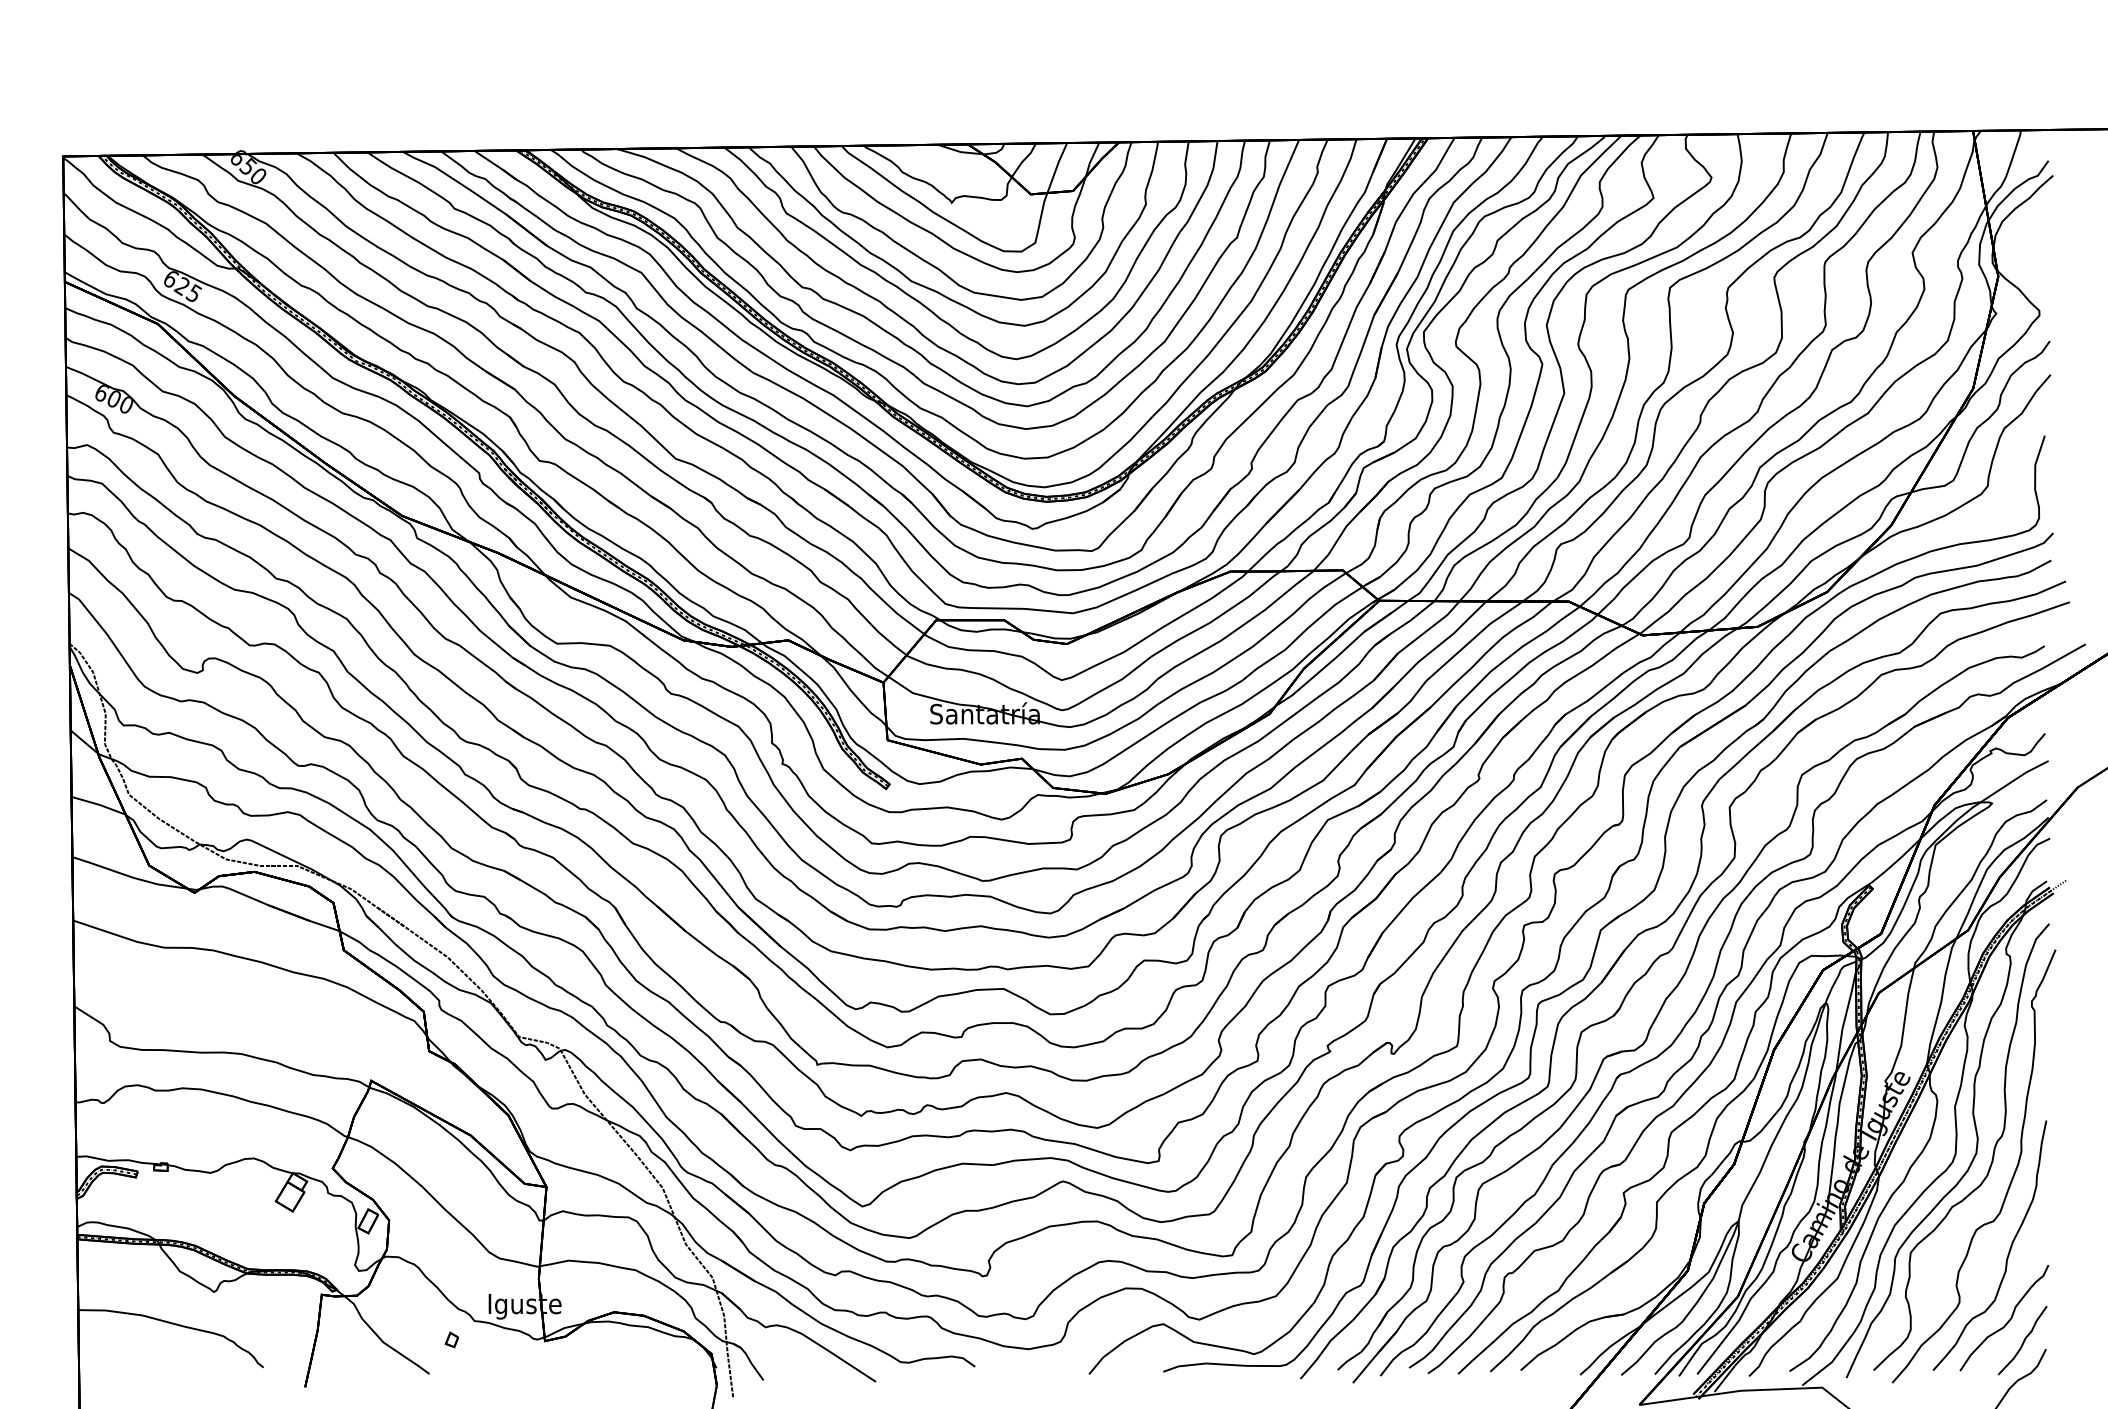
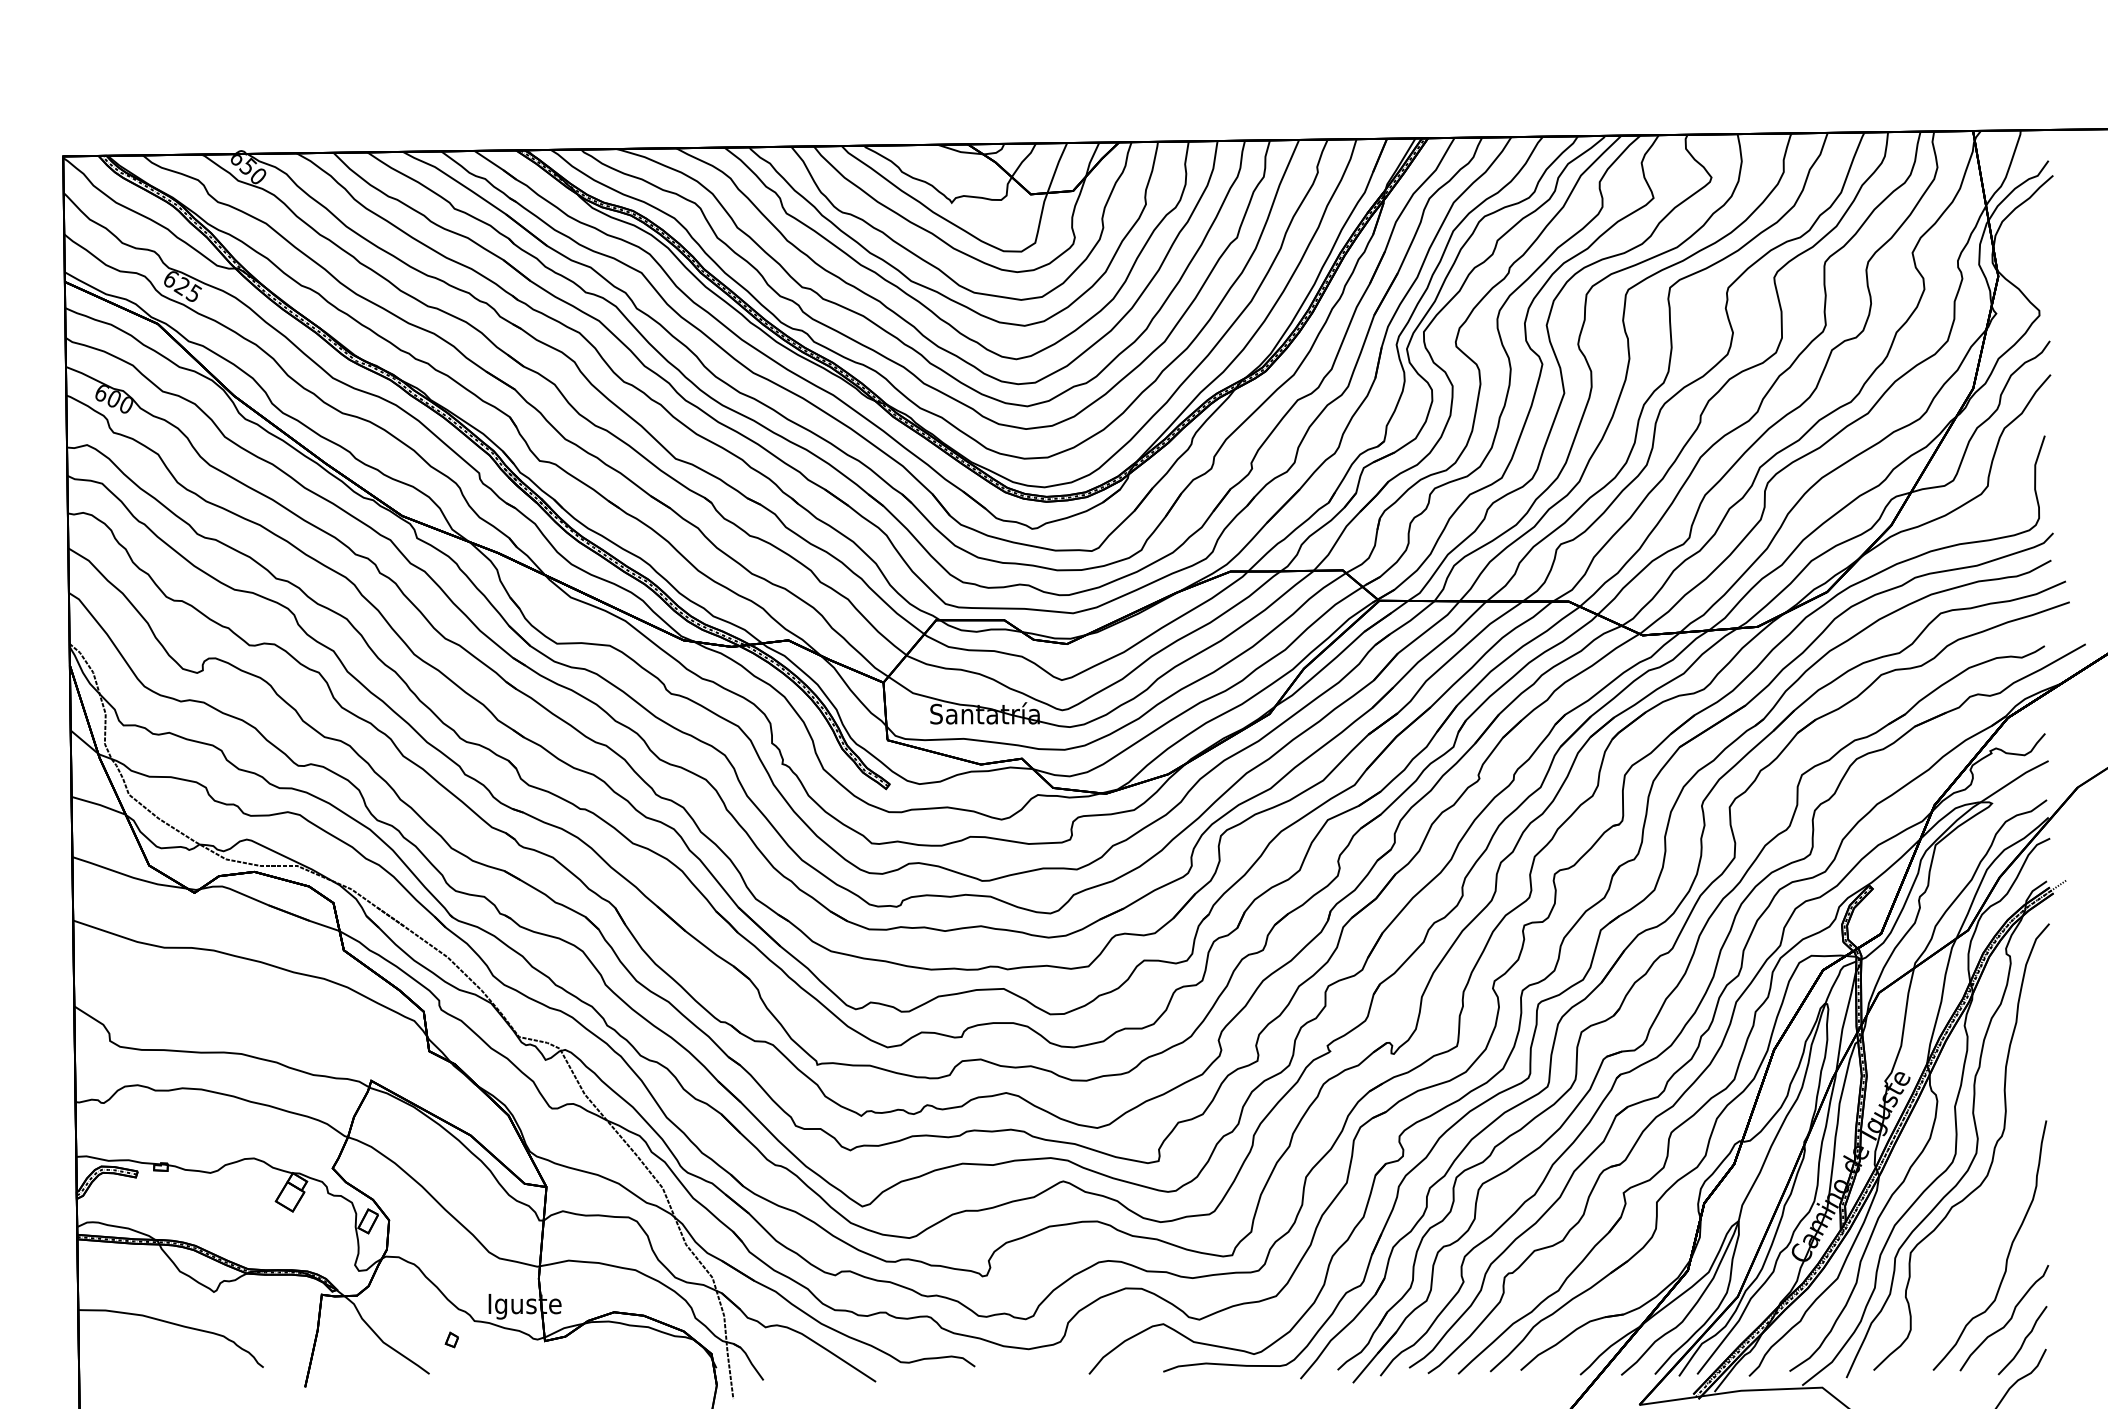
curve at (2009, 1183): present -> none
